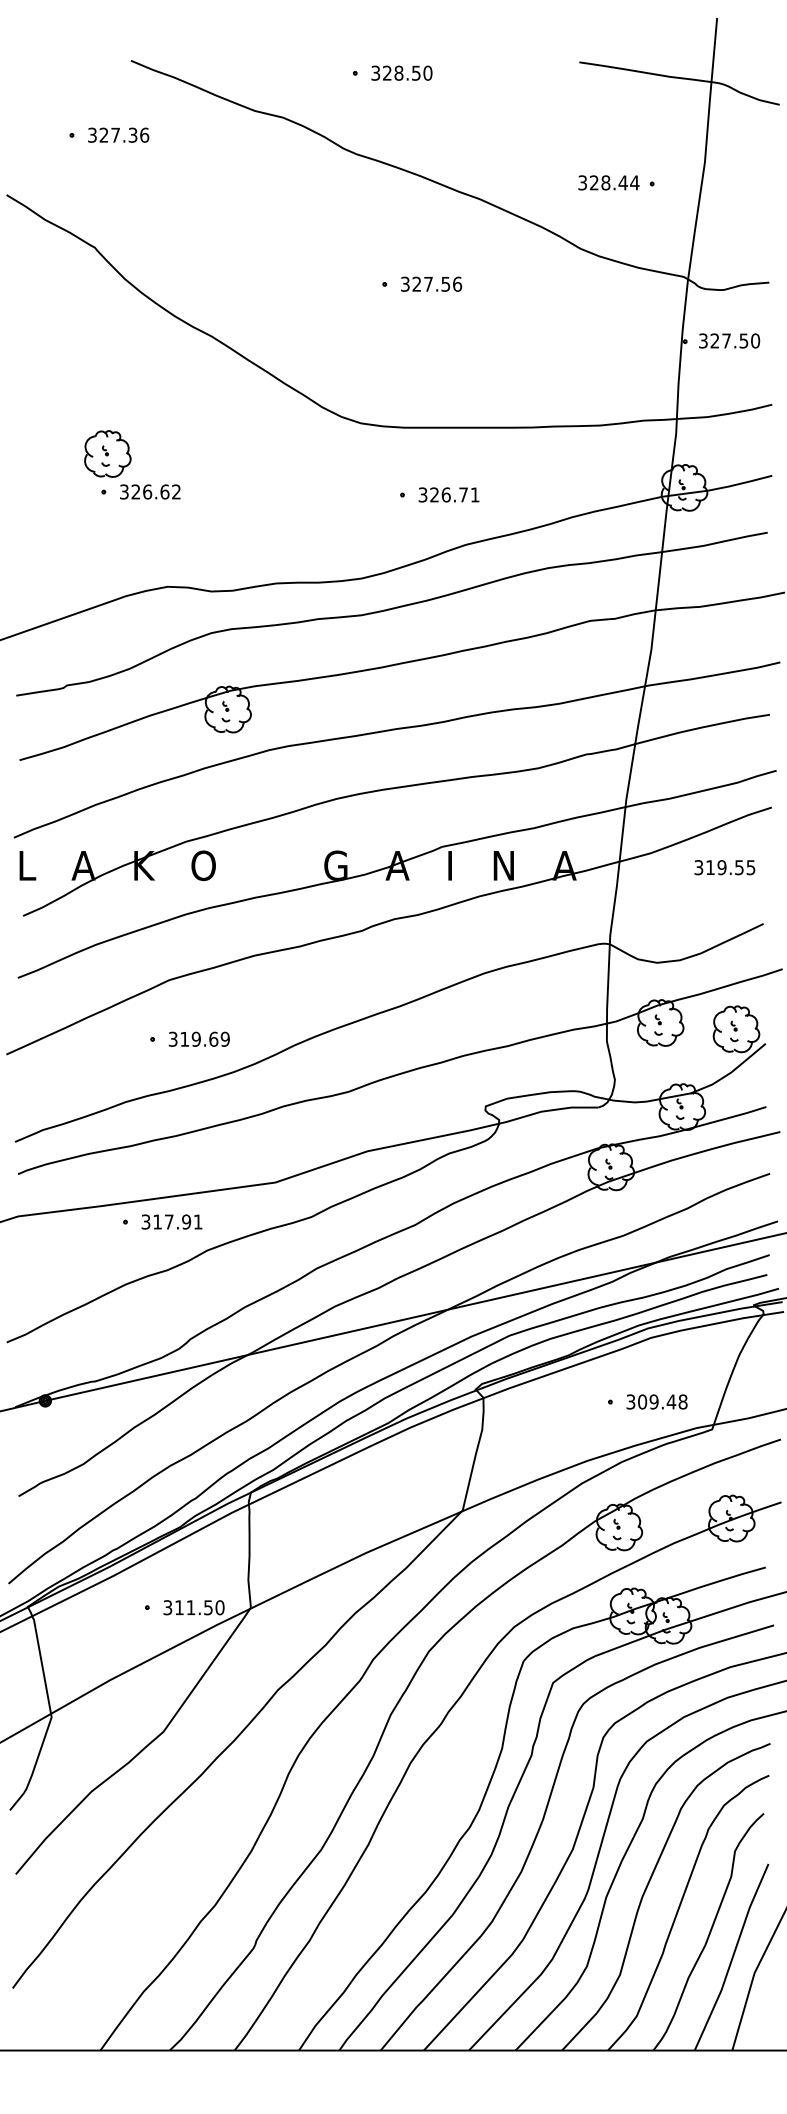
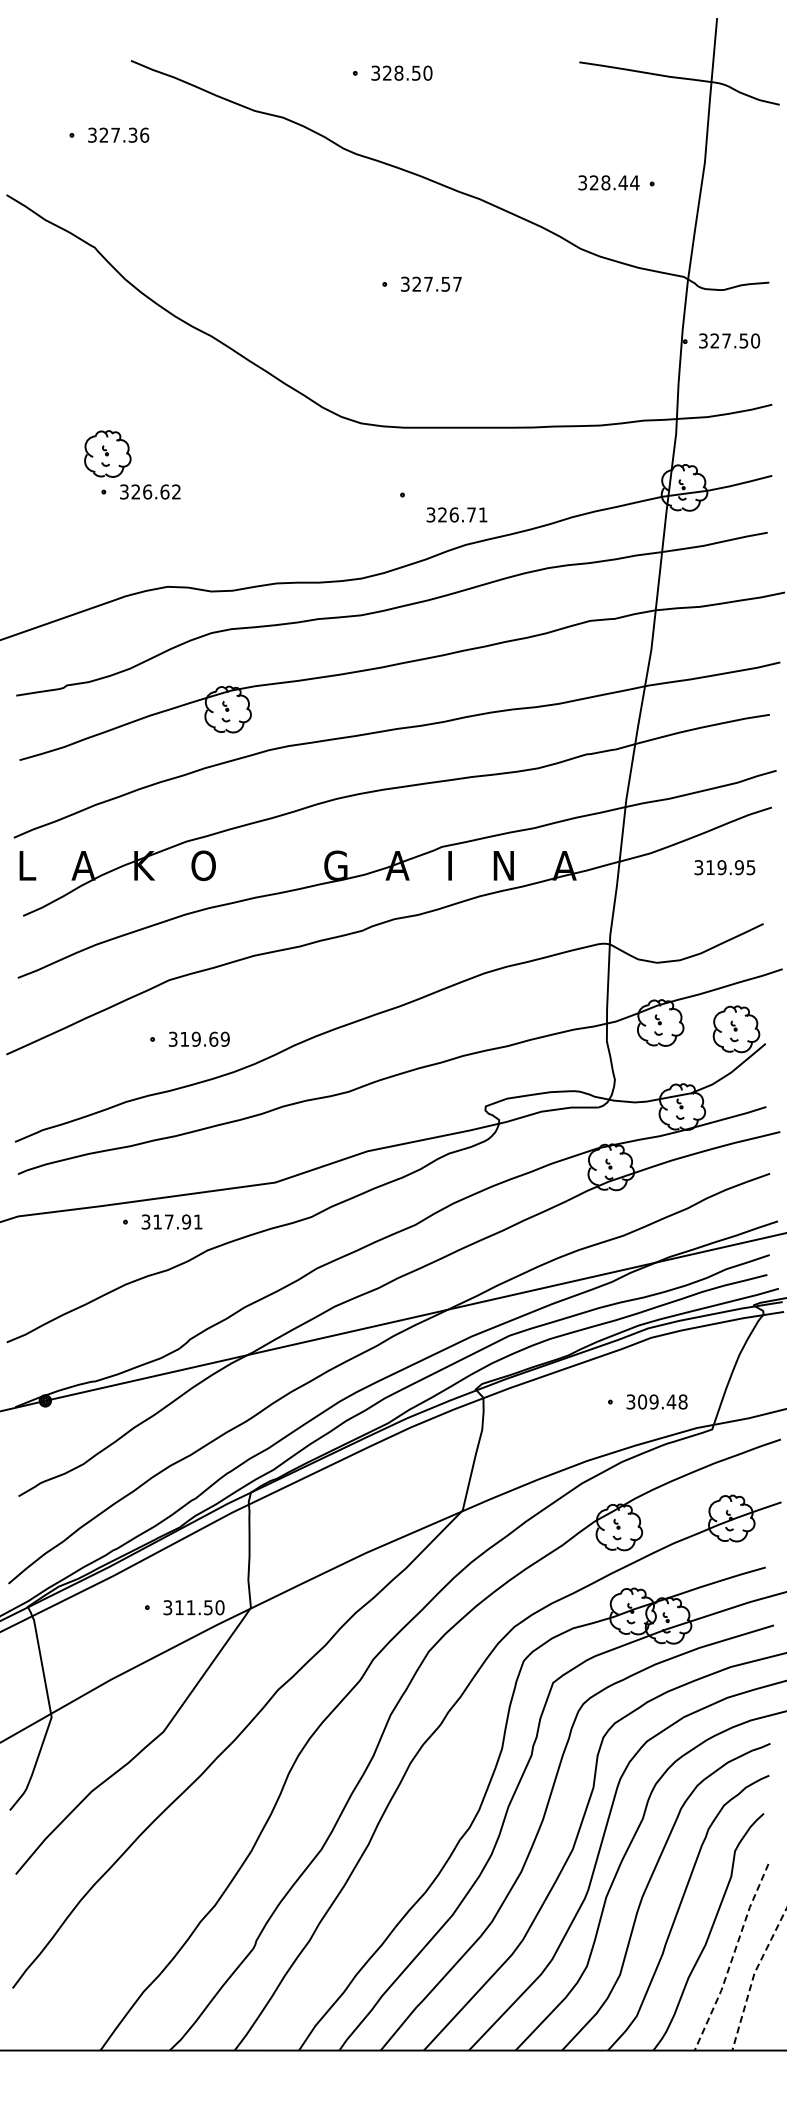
text at (457, 283): 327.56 -> 327.57
text at (448, 494) position: (448, 494) -> (456, 514)
text at (738, 867): 319.55 -> 319.95
line at (732, 1957): solid -> dashed
line at (753, 1977): solid -> dashed
